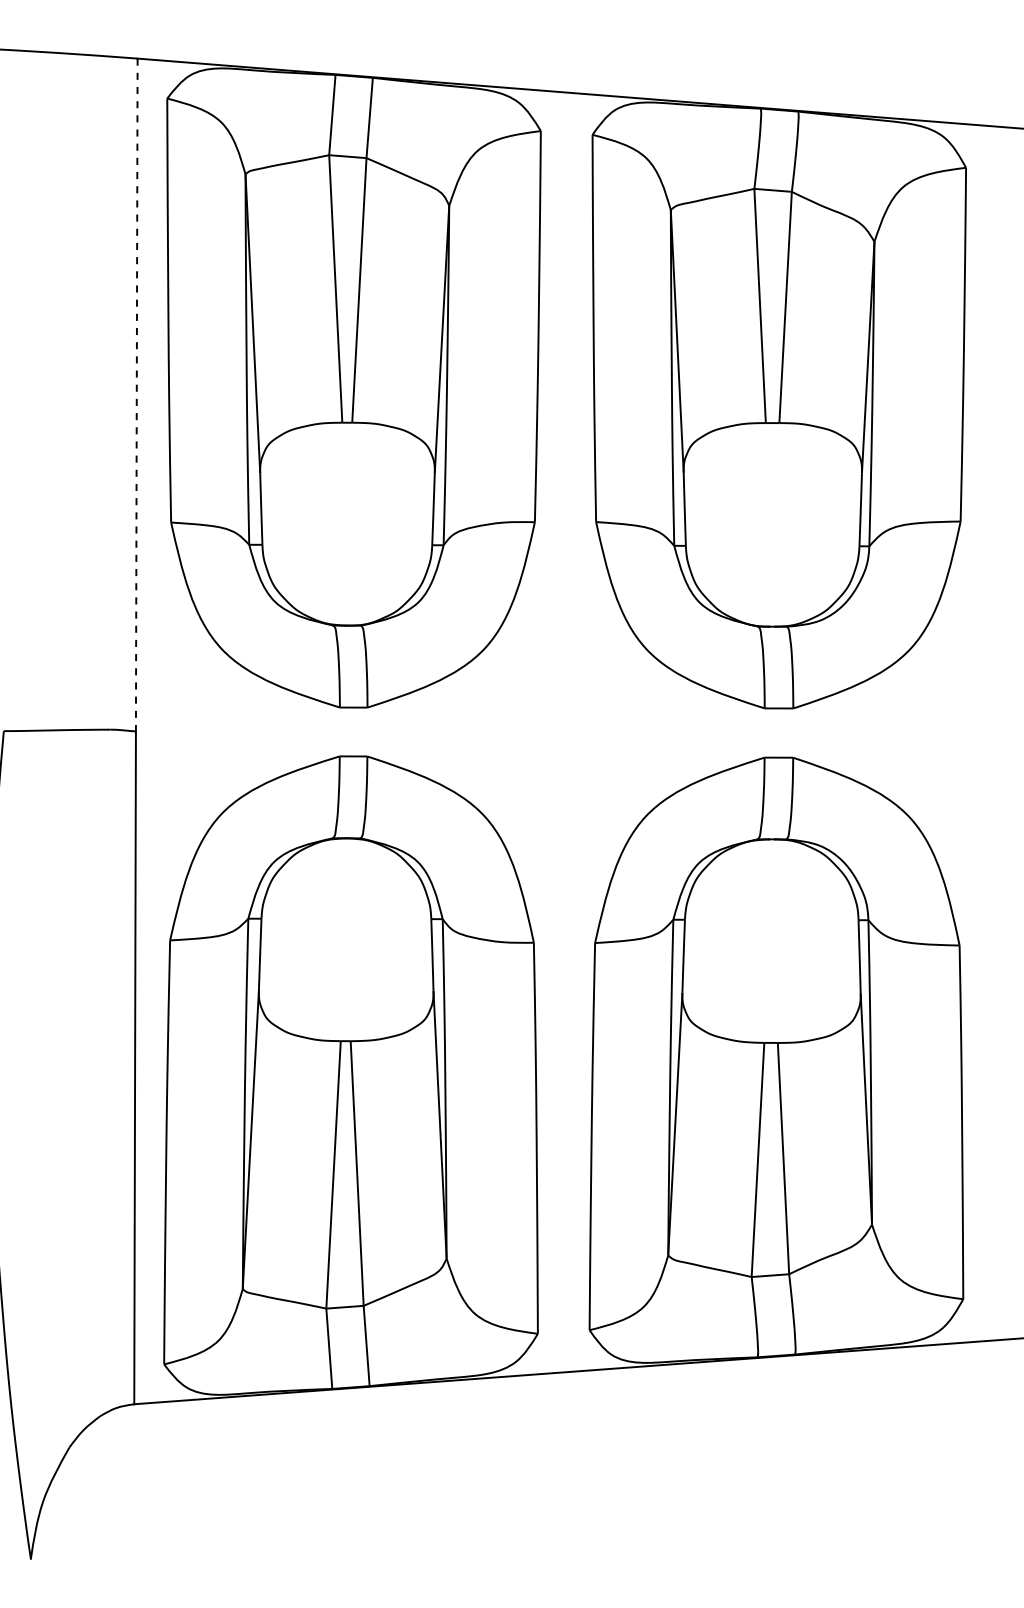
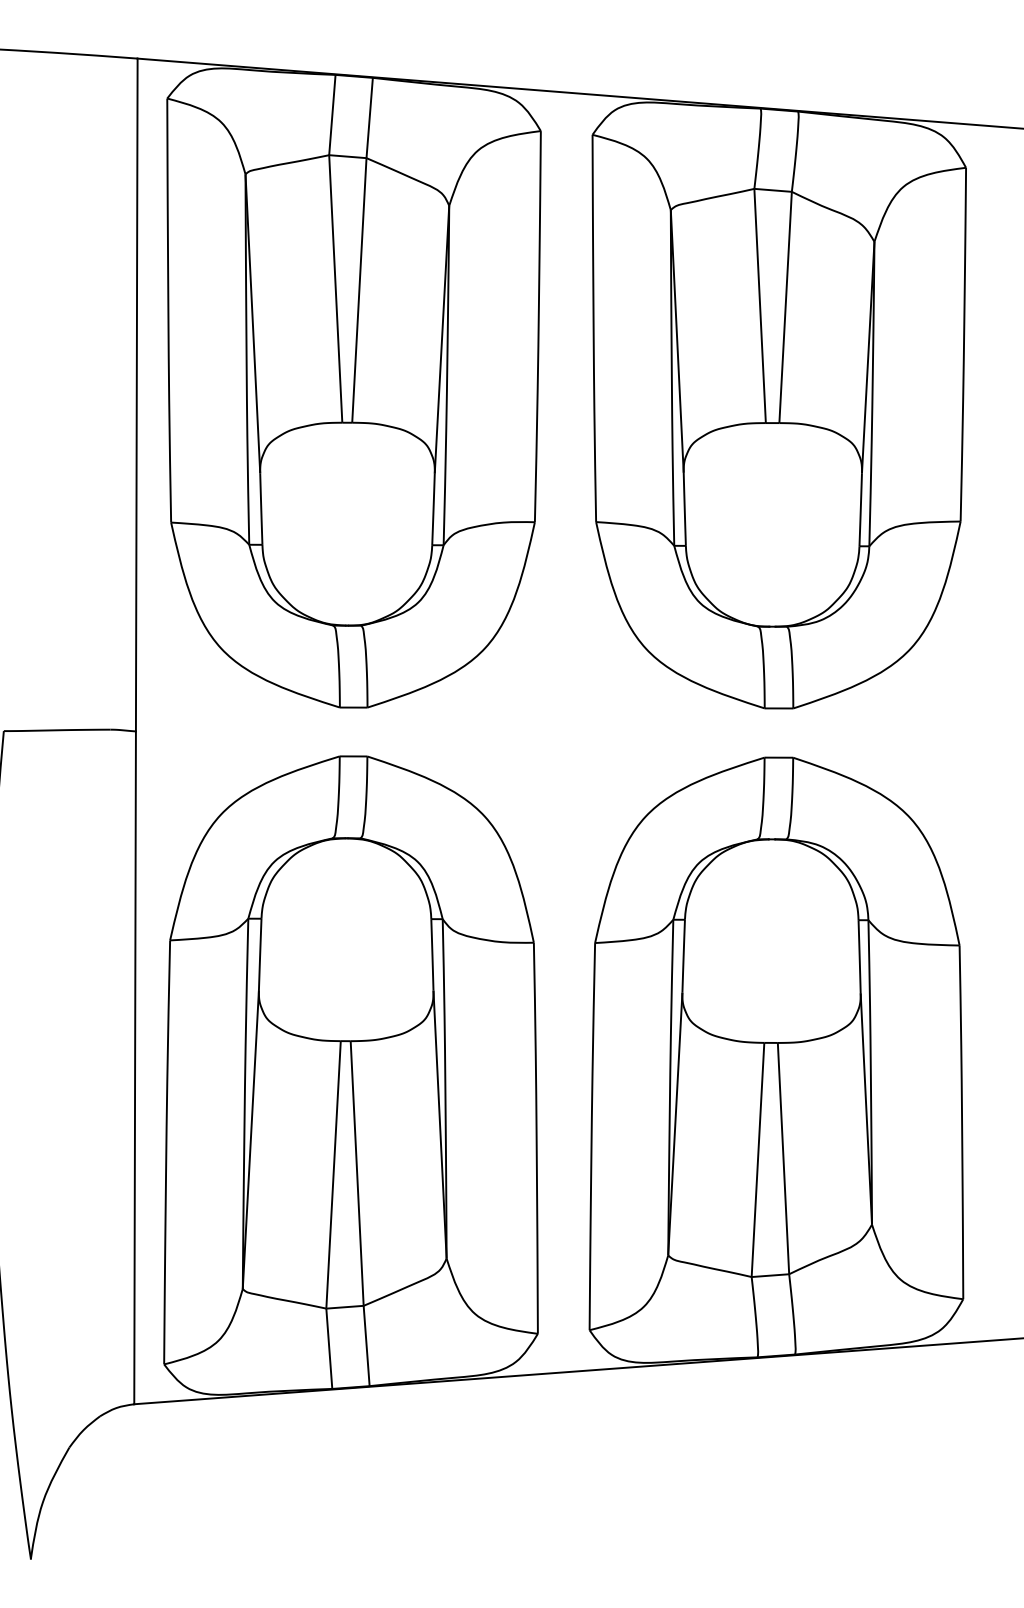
line at (136, 395): dashed -> solid
